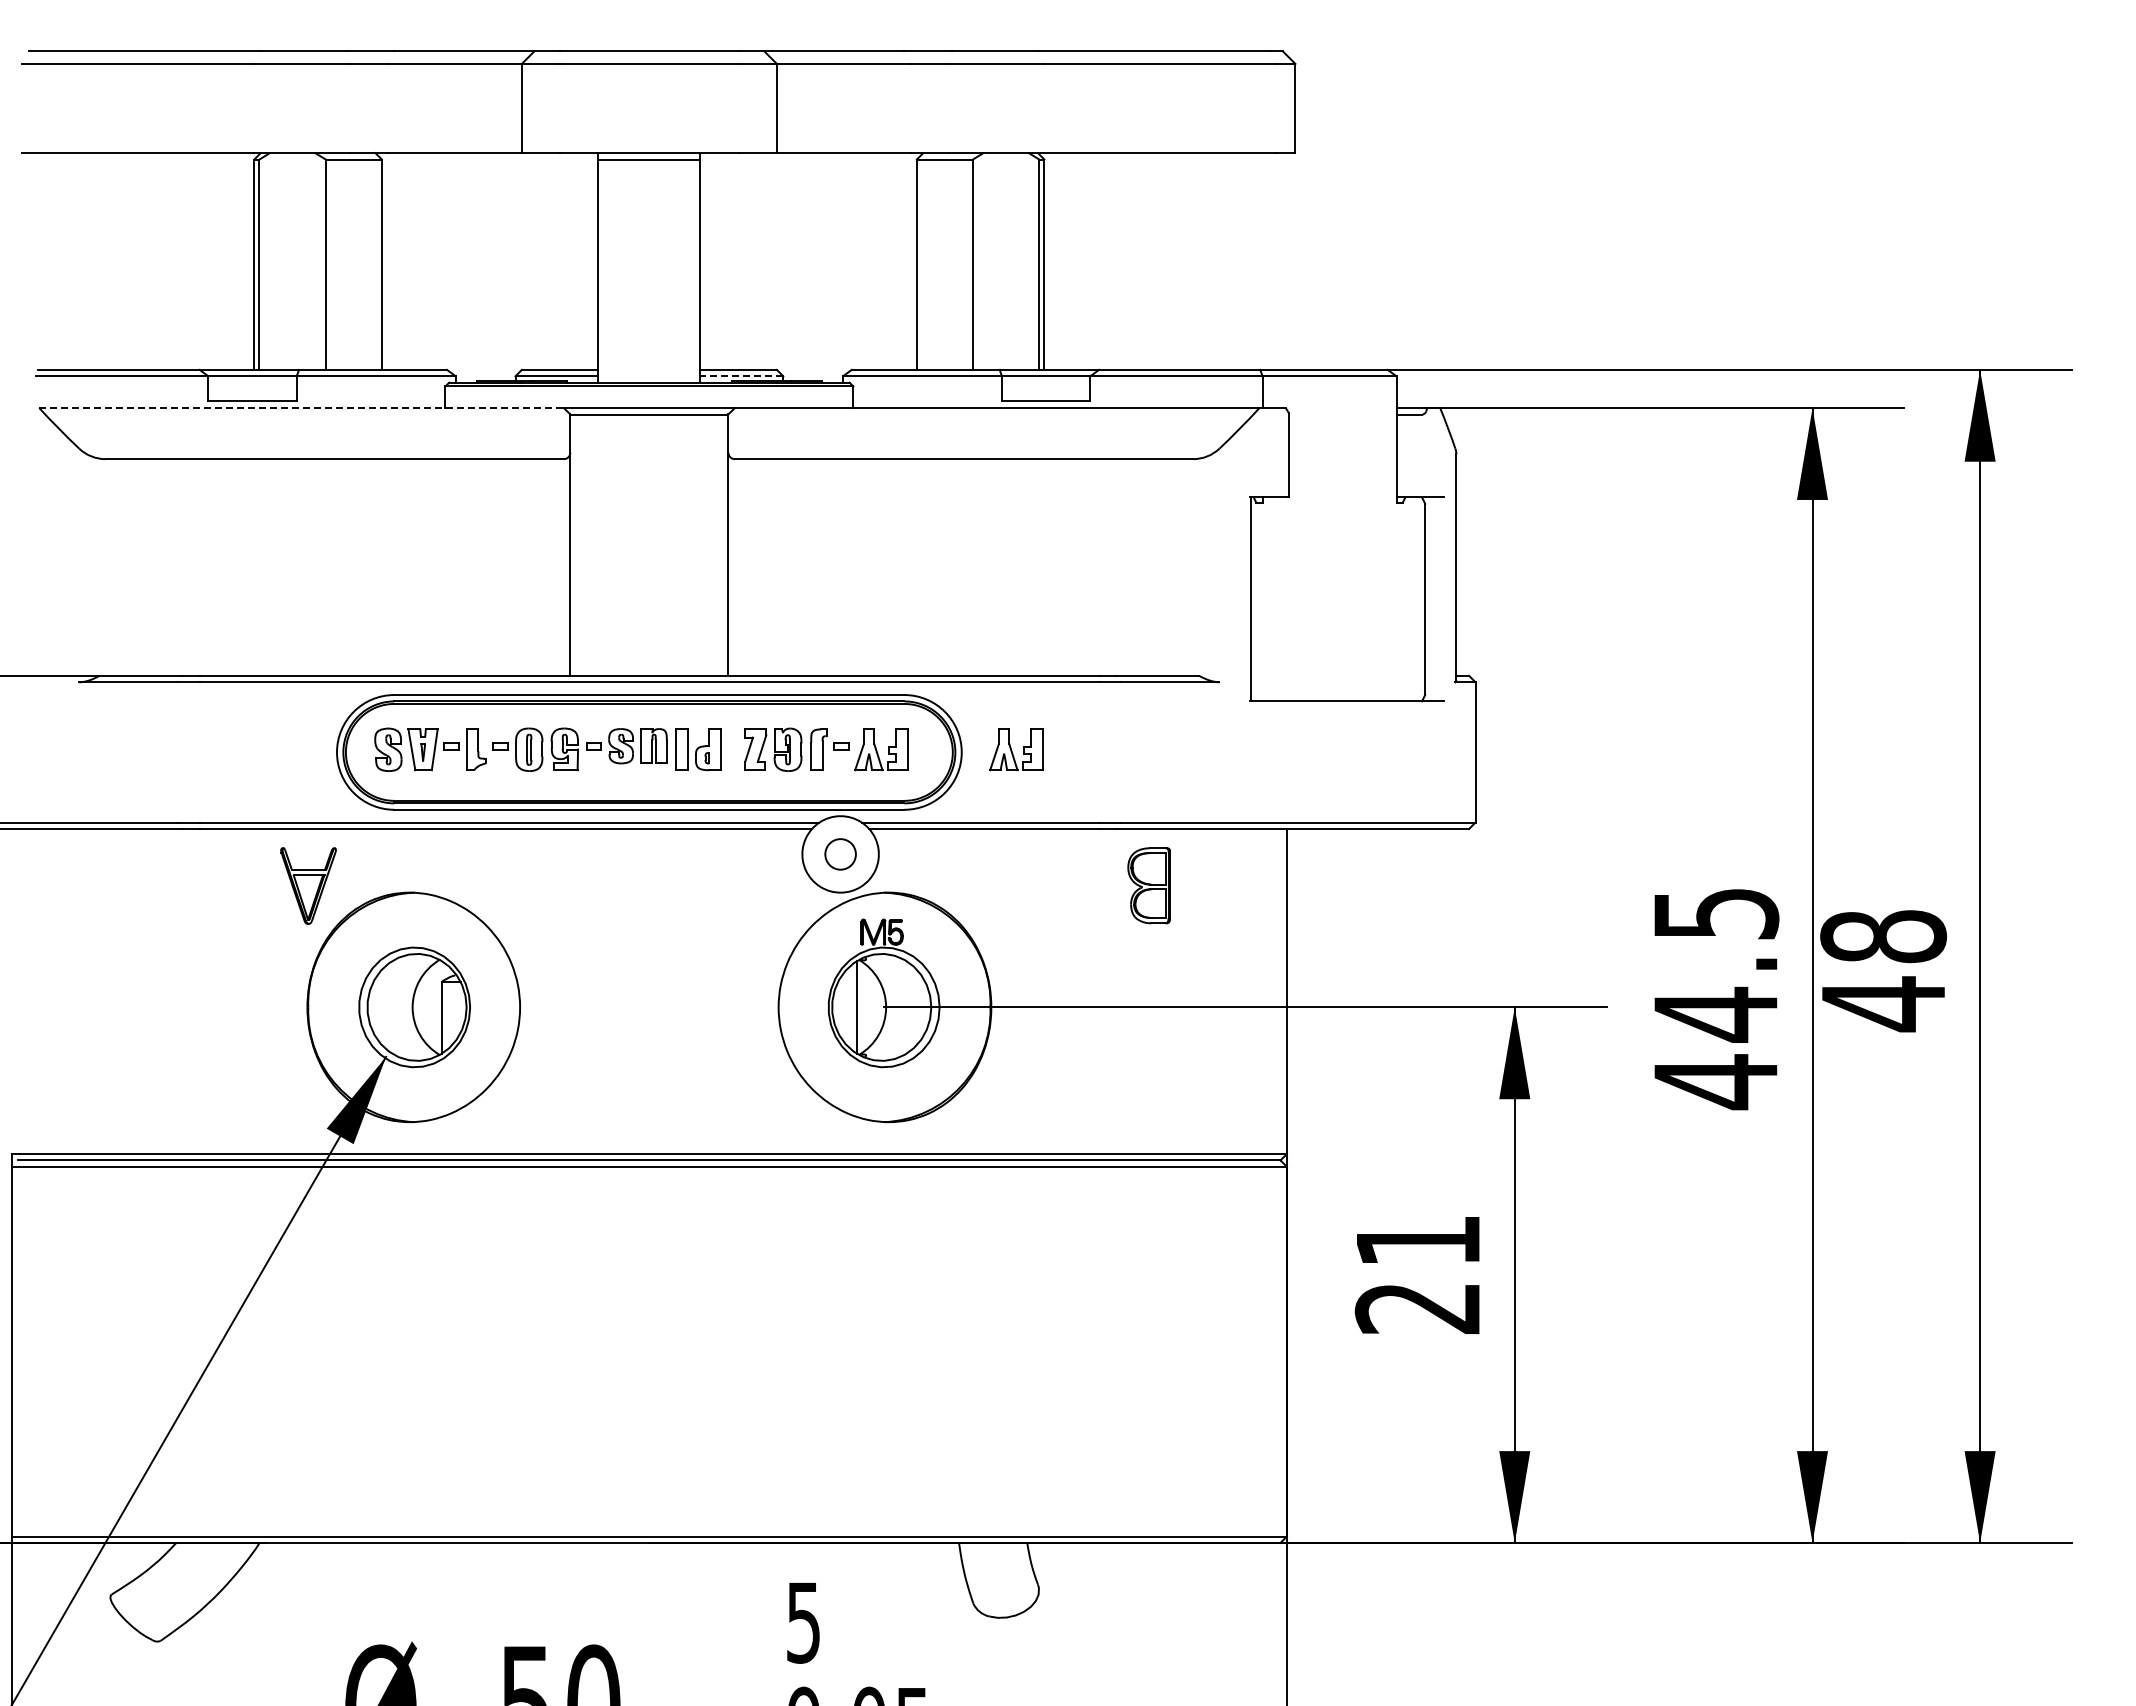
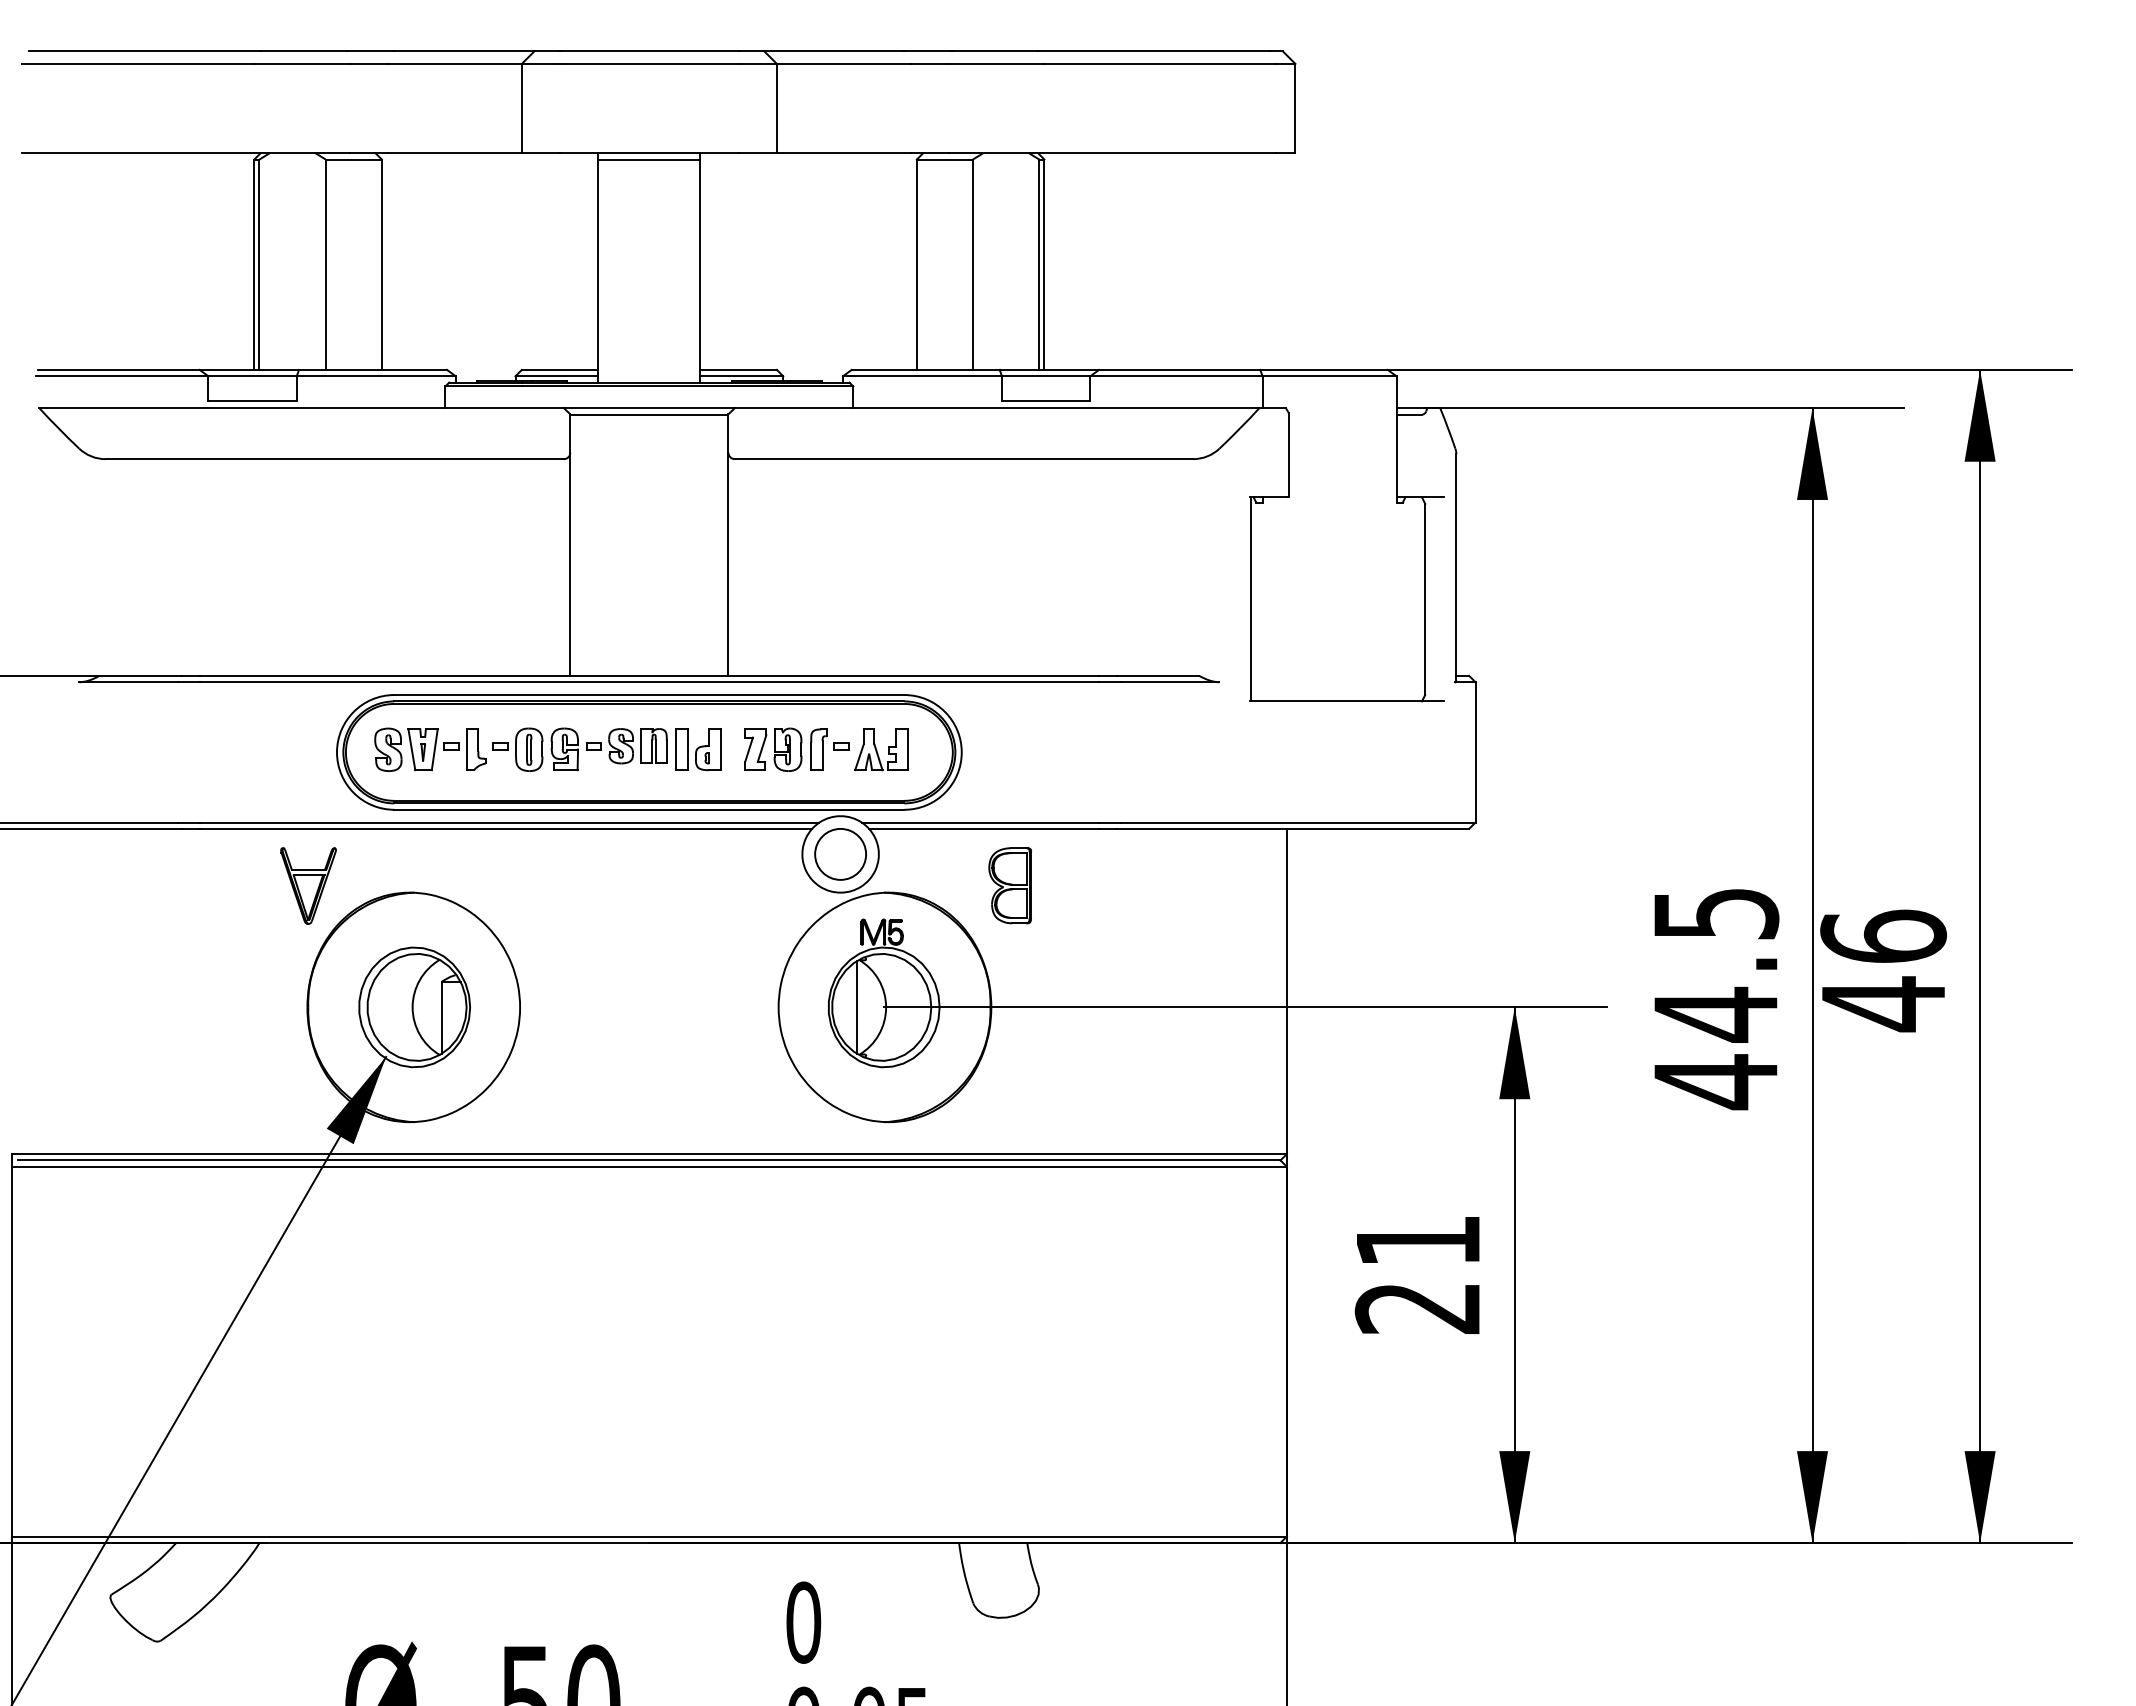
line at (741, 376): dashed -> solid
line at (302, 408): dashed -> solid
part at (1016, 749): present -> none
circle at (840, 854) diameter: 31 px -> 51 px
part at (1149, 885) position: (1149, 885) -> (1010, 885)
text at (1883, 936): 48 -> 46
text at (803, 1622): 5 -> 0
